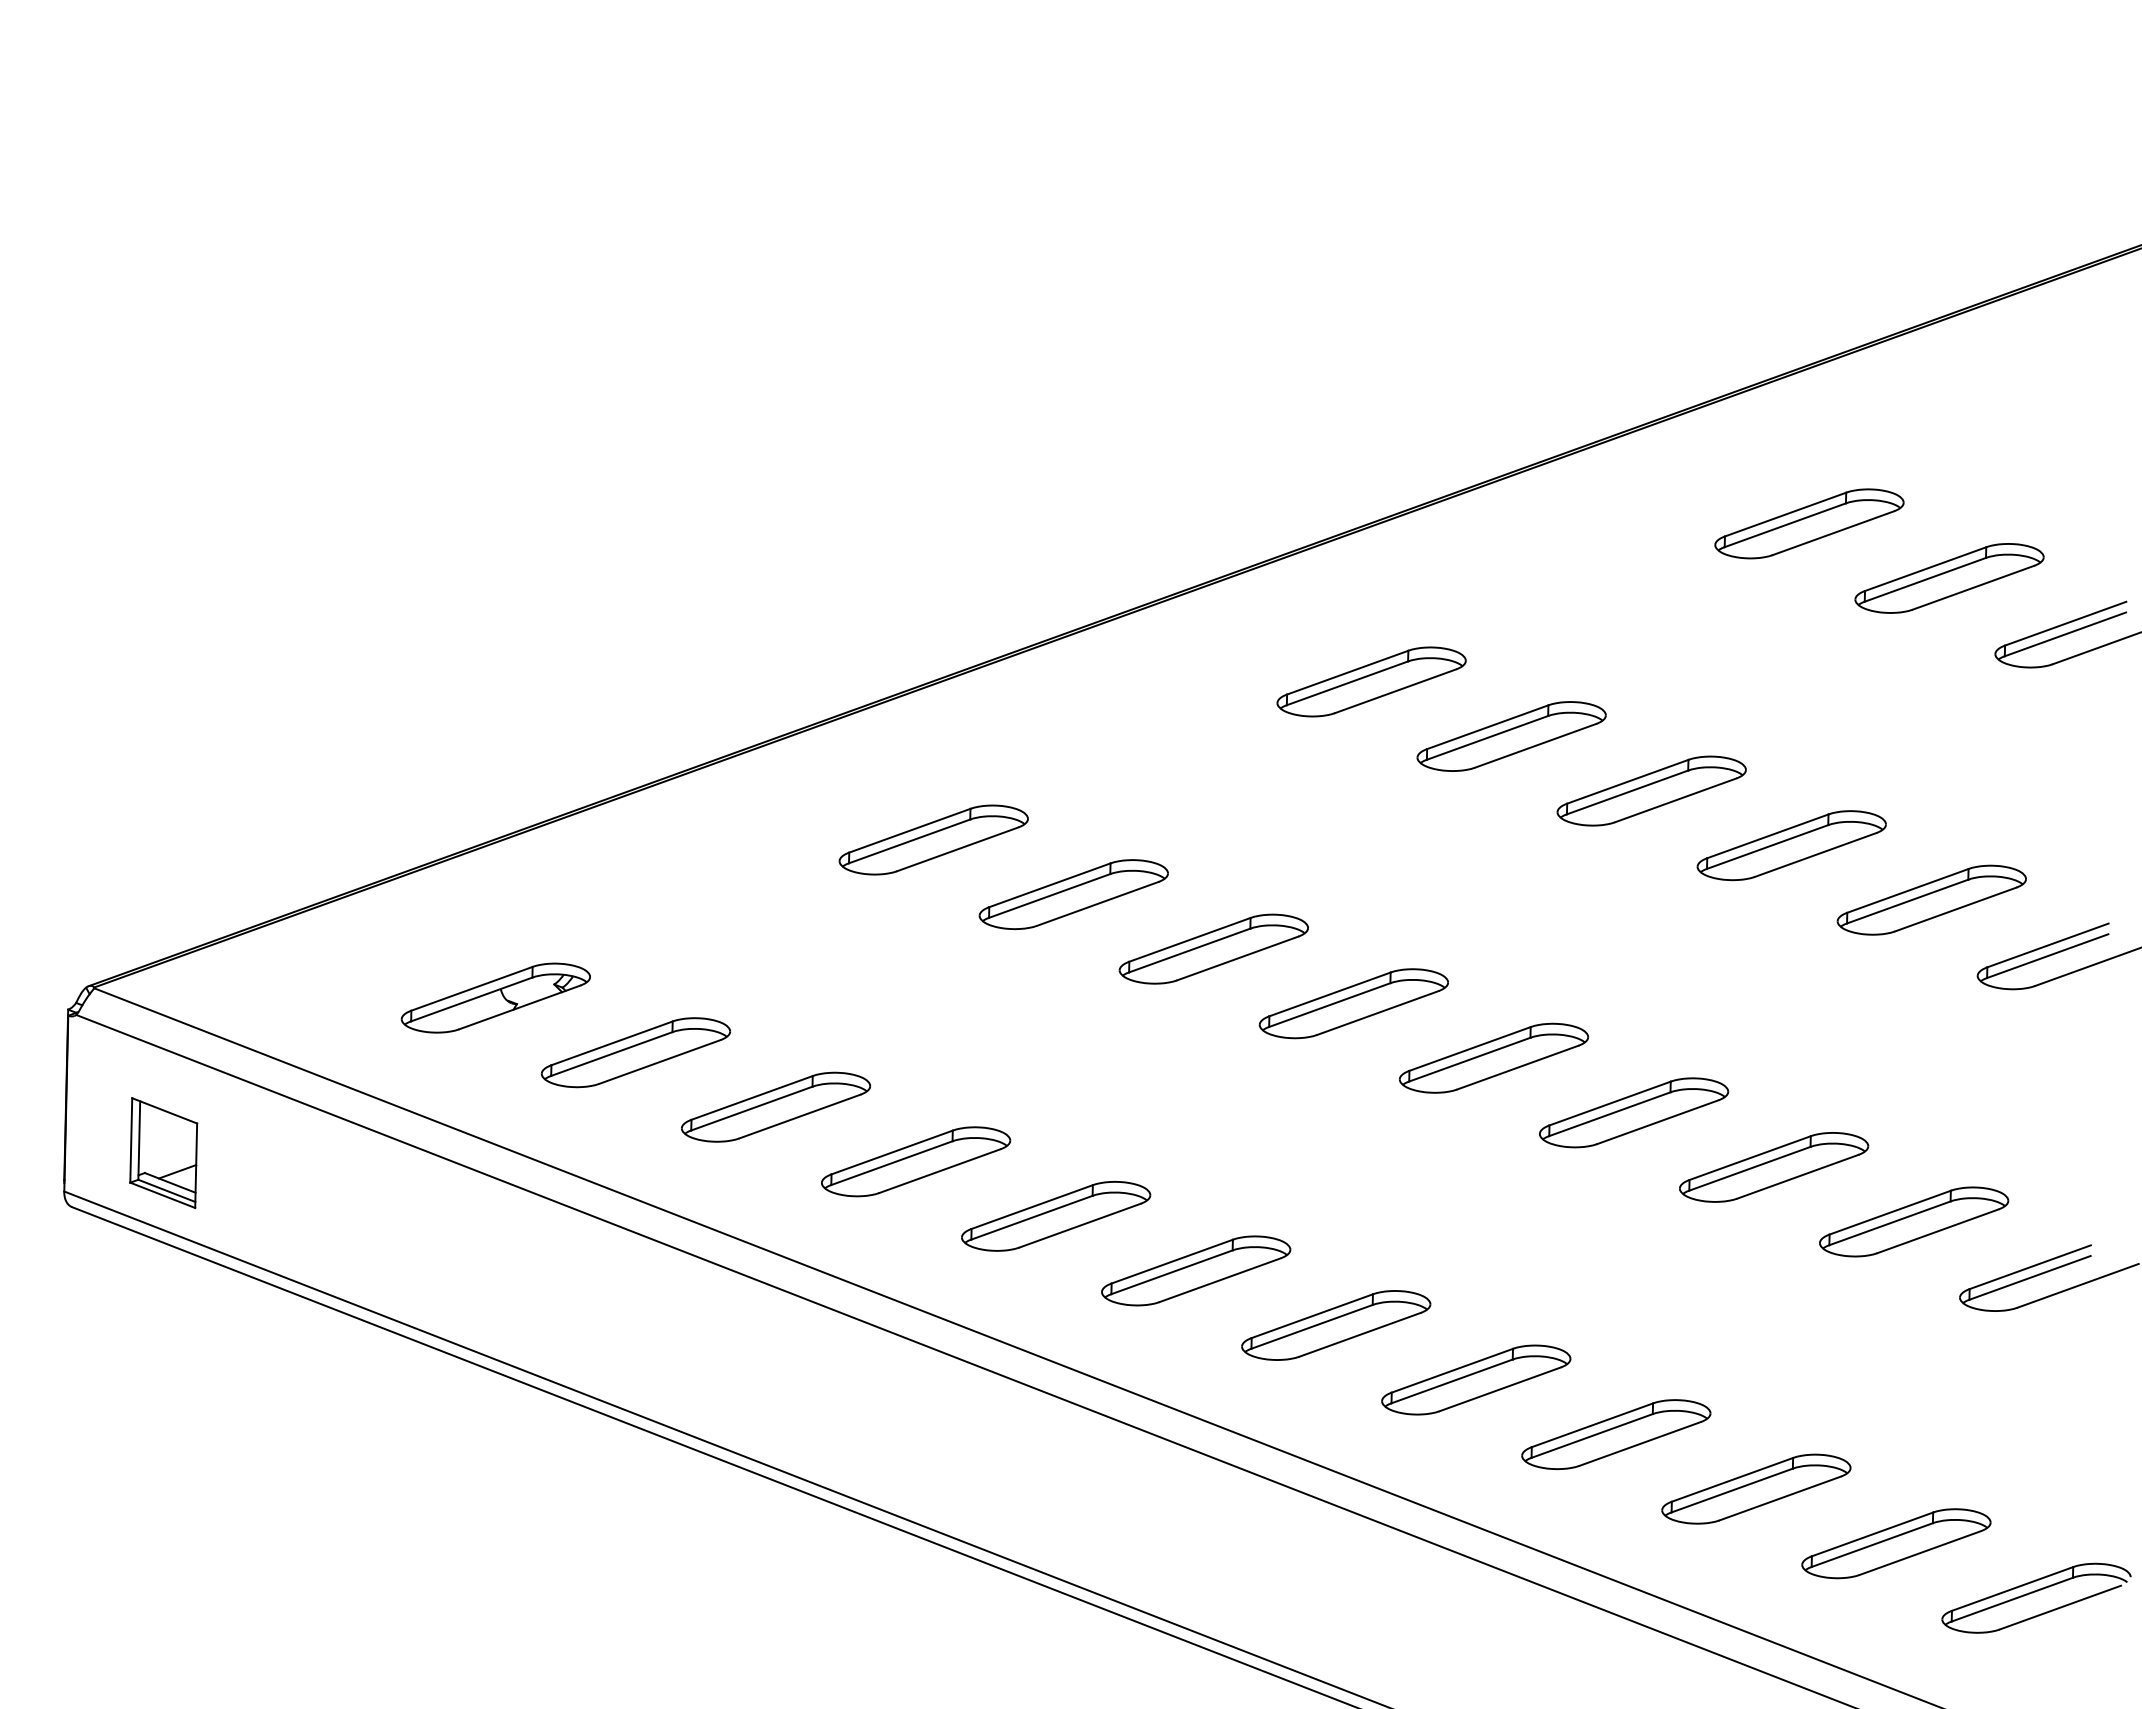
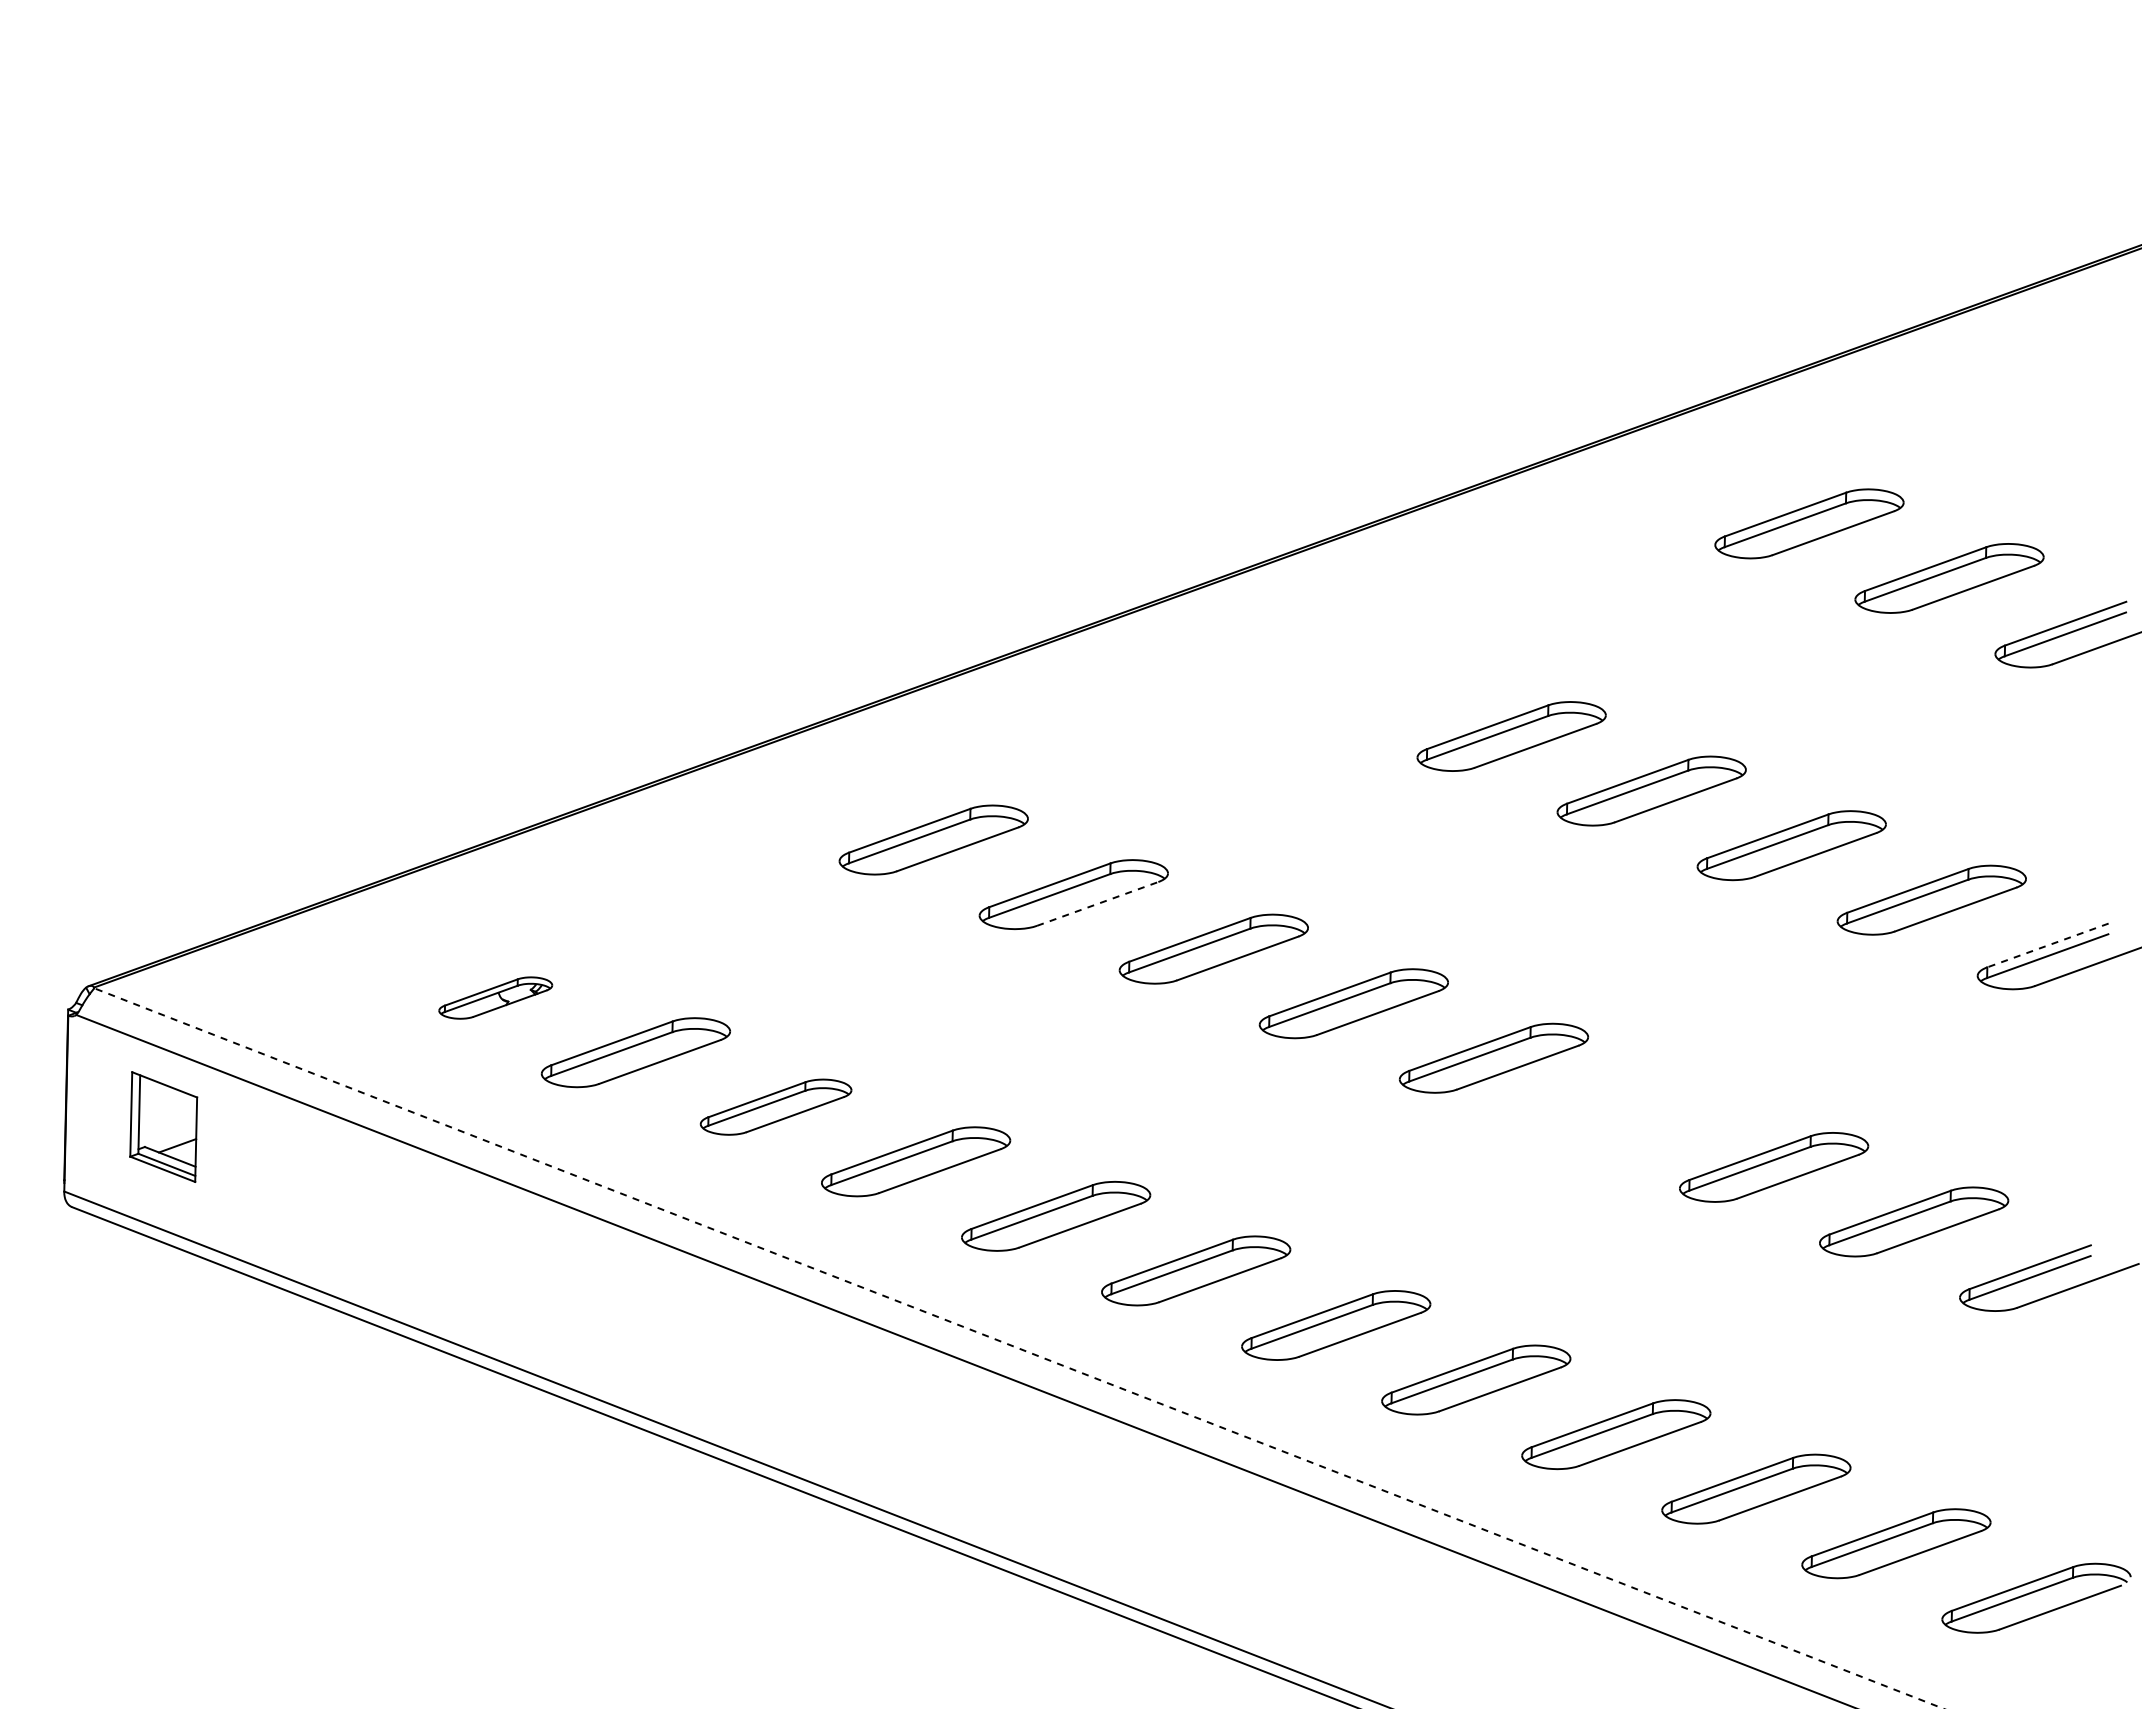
part at (1371, 681): present -> none
line at (1098, 903): solid -> dashed
line at (2047, 945): solid -> dashed
part at (495, 997) size: 191x72 px -> 116x44 px
part at (776, 1106) size: 191x72 px -> 154x58 px
part at (1634, 1112): present -> none
part at (163, 1152) position: (163, 1152) -> (163, 1126)
line at (1018, 1348): solid -> dashed
